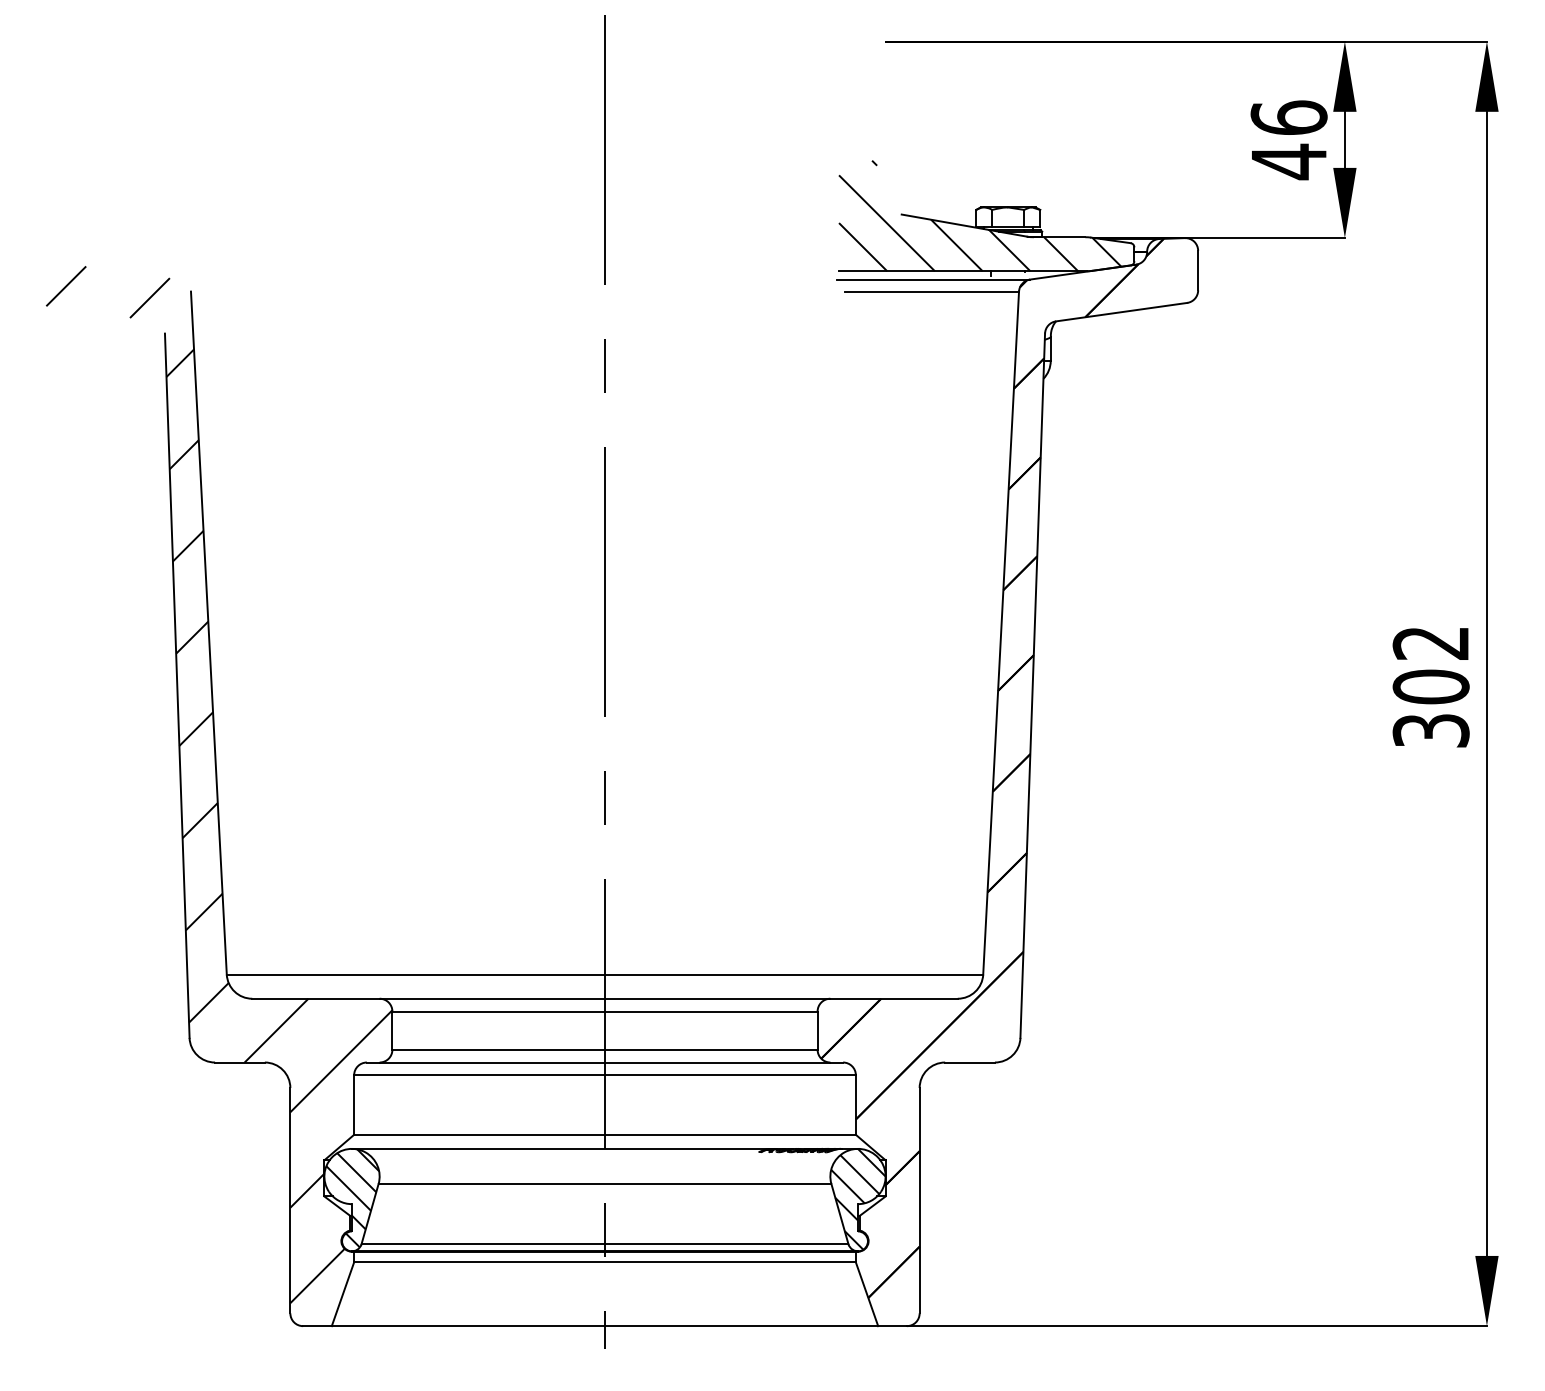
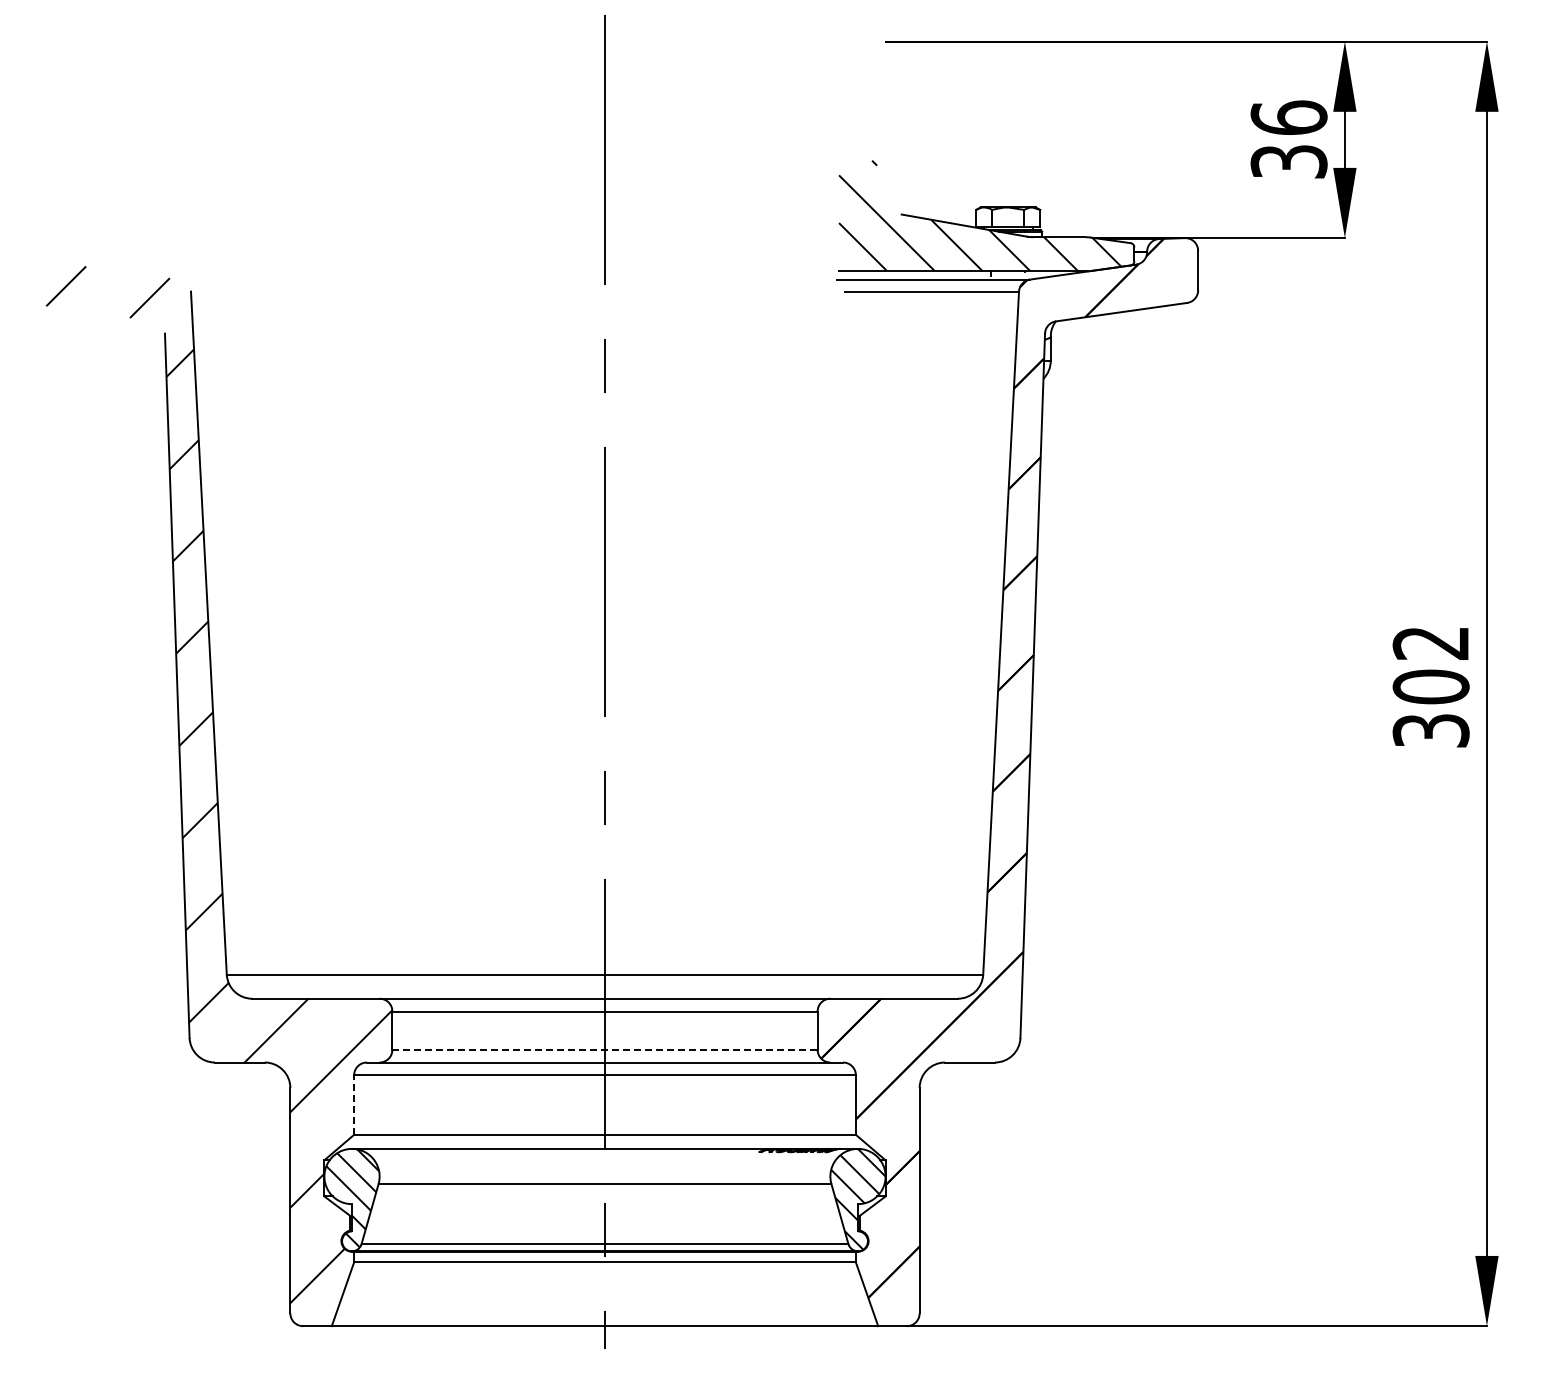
text at (1288, 161): 46 -> 36
line at (605, 1049): solid -> dashed
line at (354, 1105): solid -> dashed
